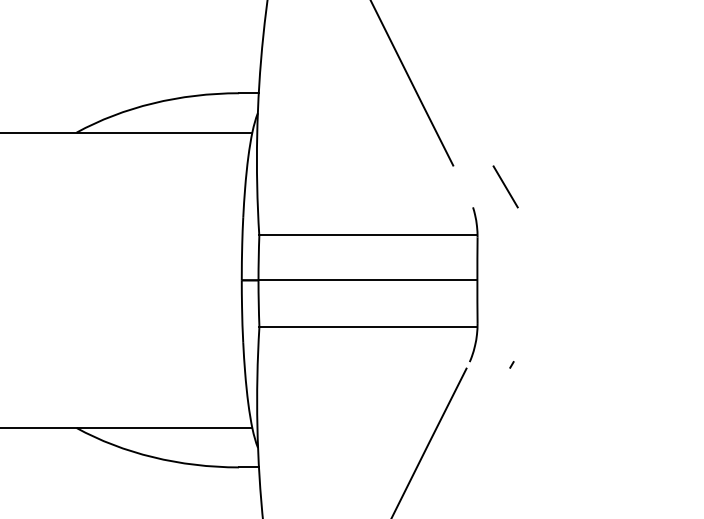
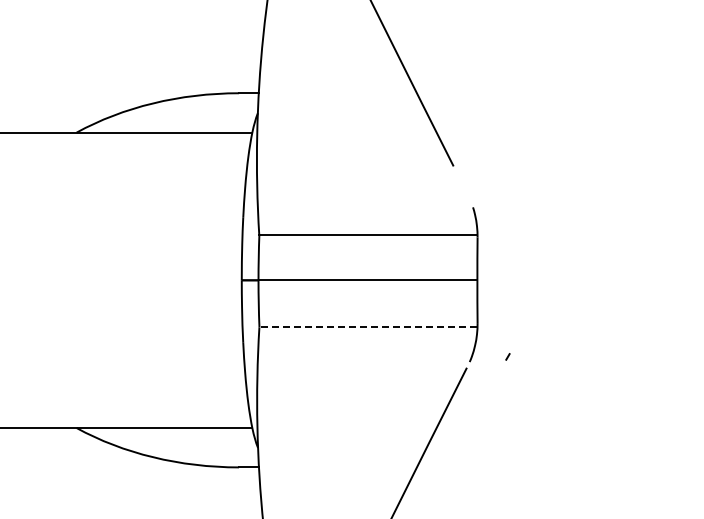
line at (505, 186): present -> none
line at (367, 327): solid -> dashed
line at (511, 364) position: (511, 364) -> (507, 356)
